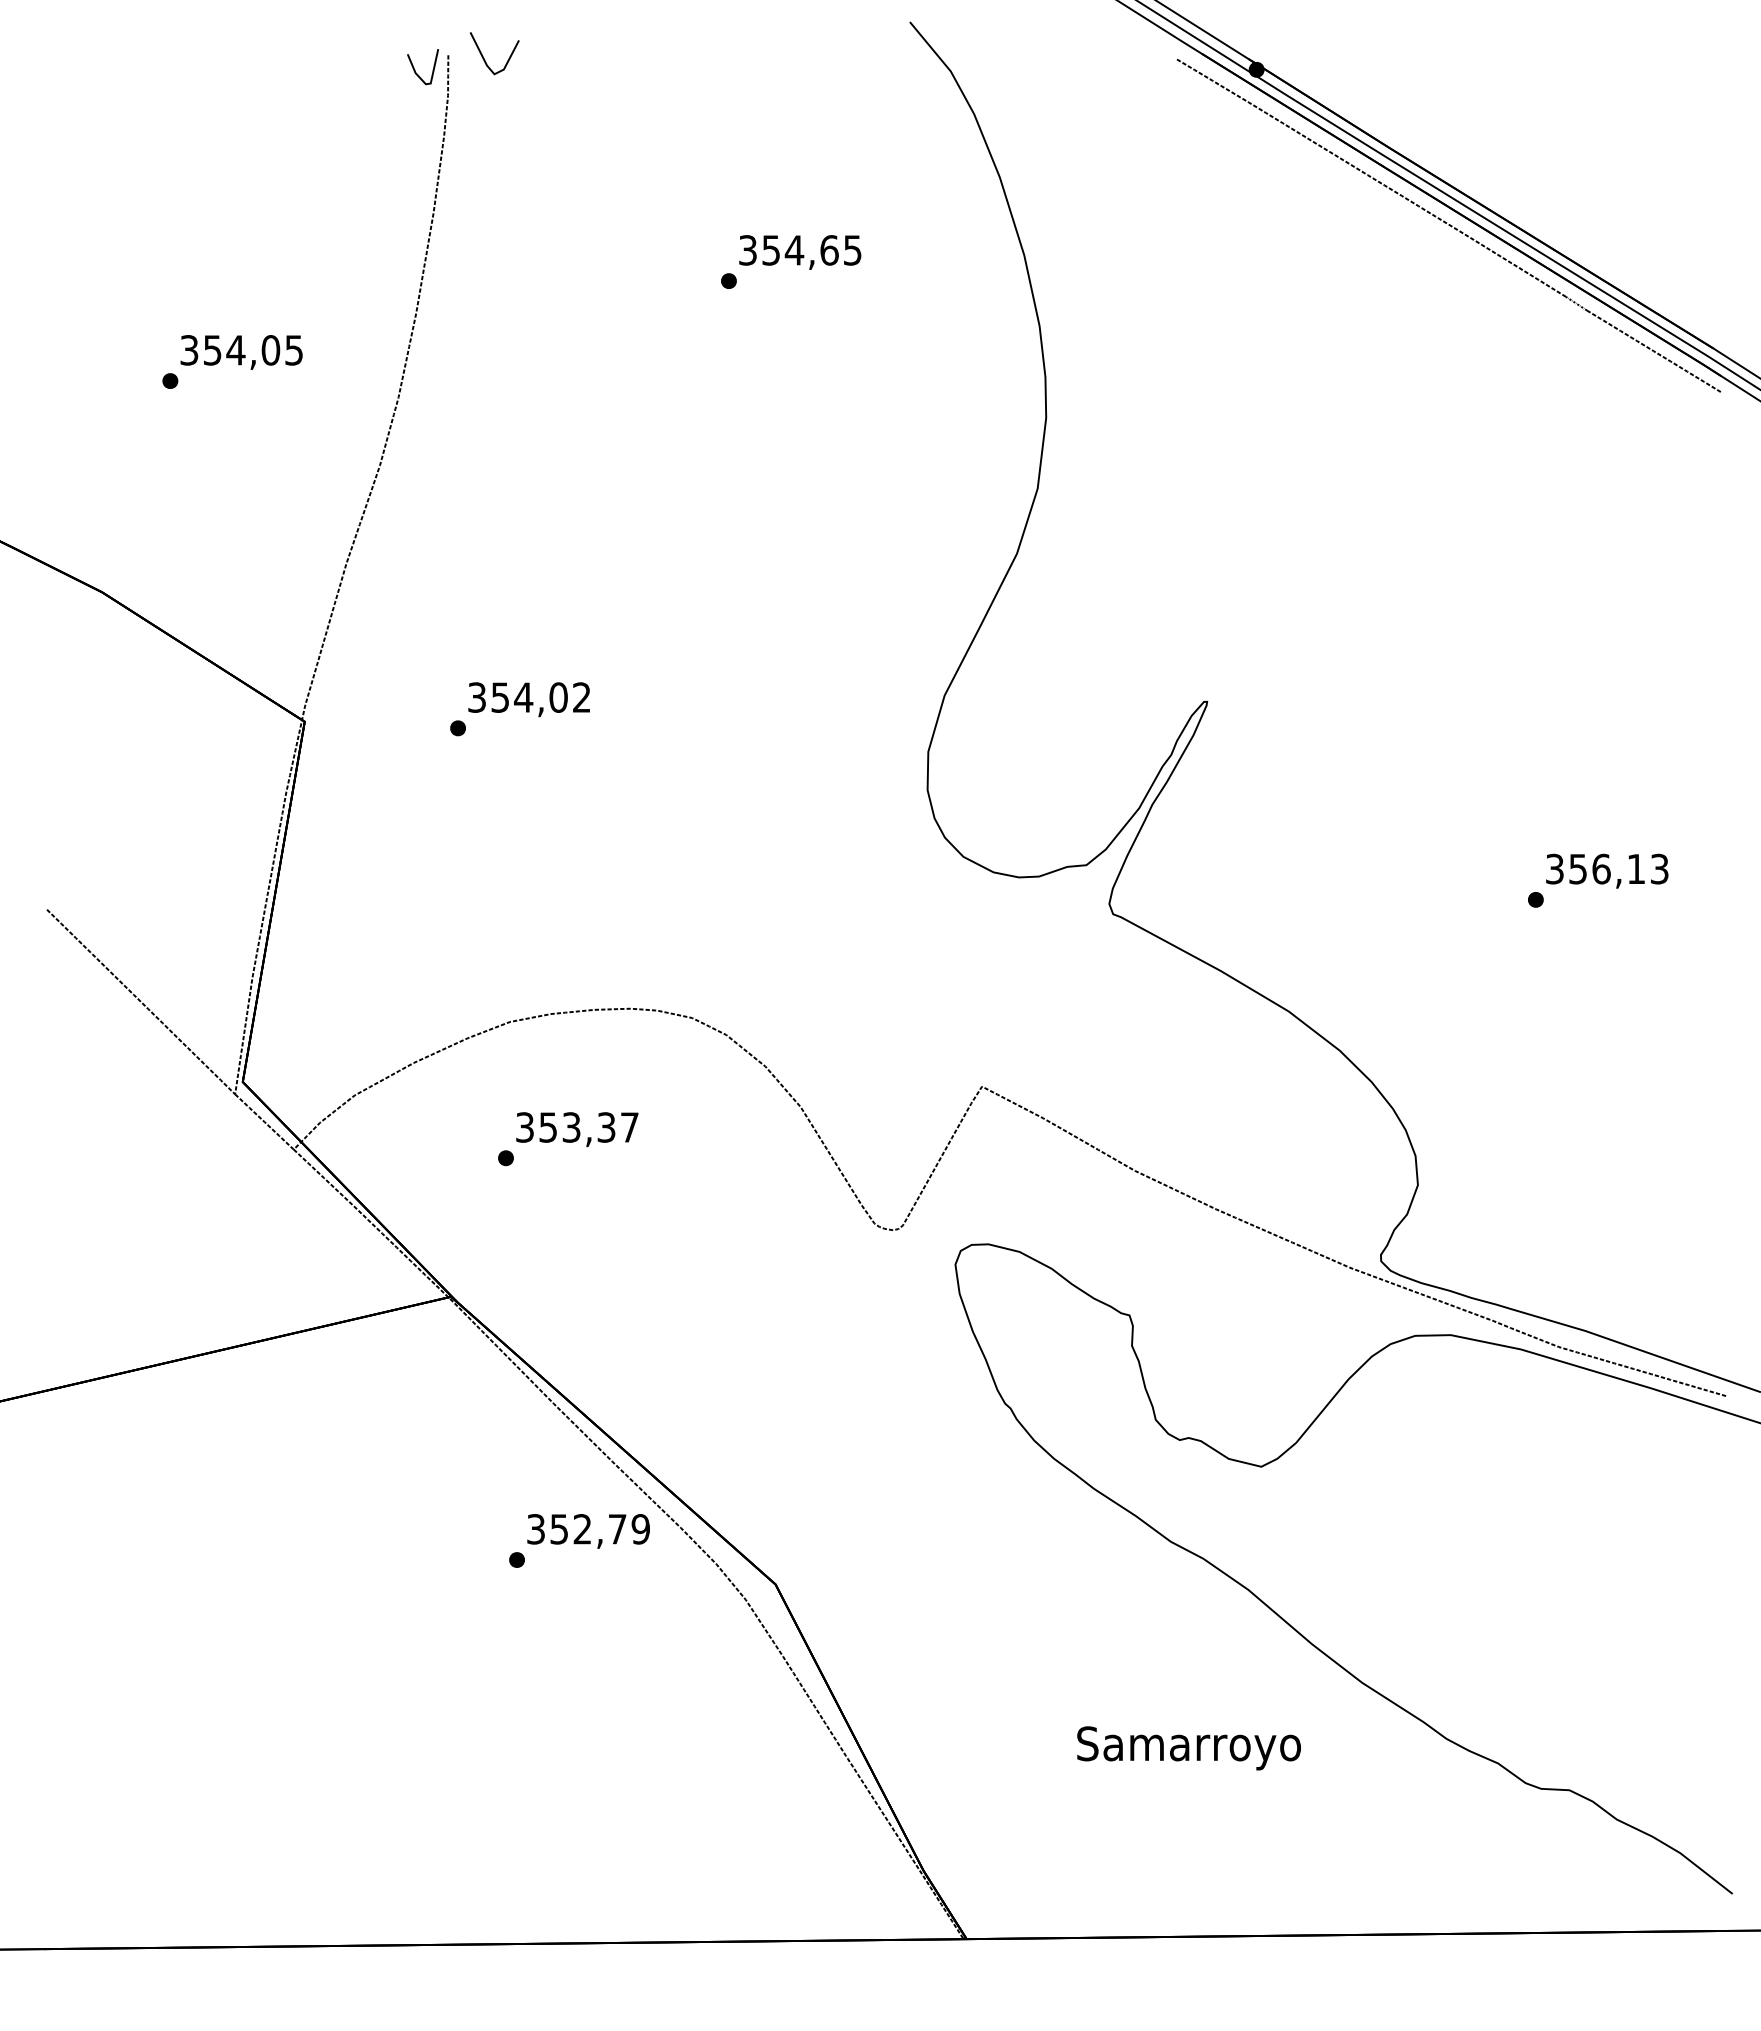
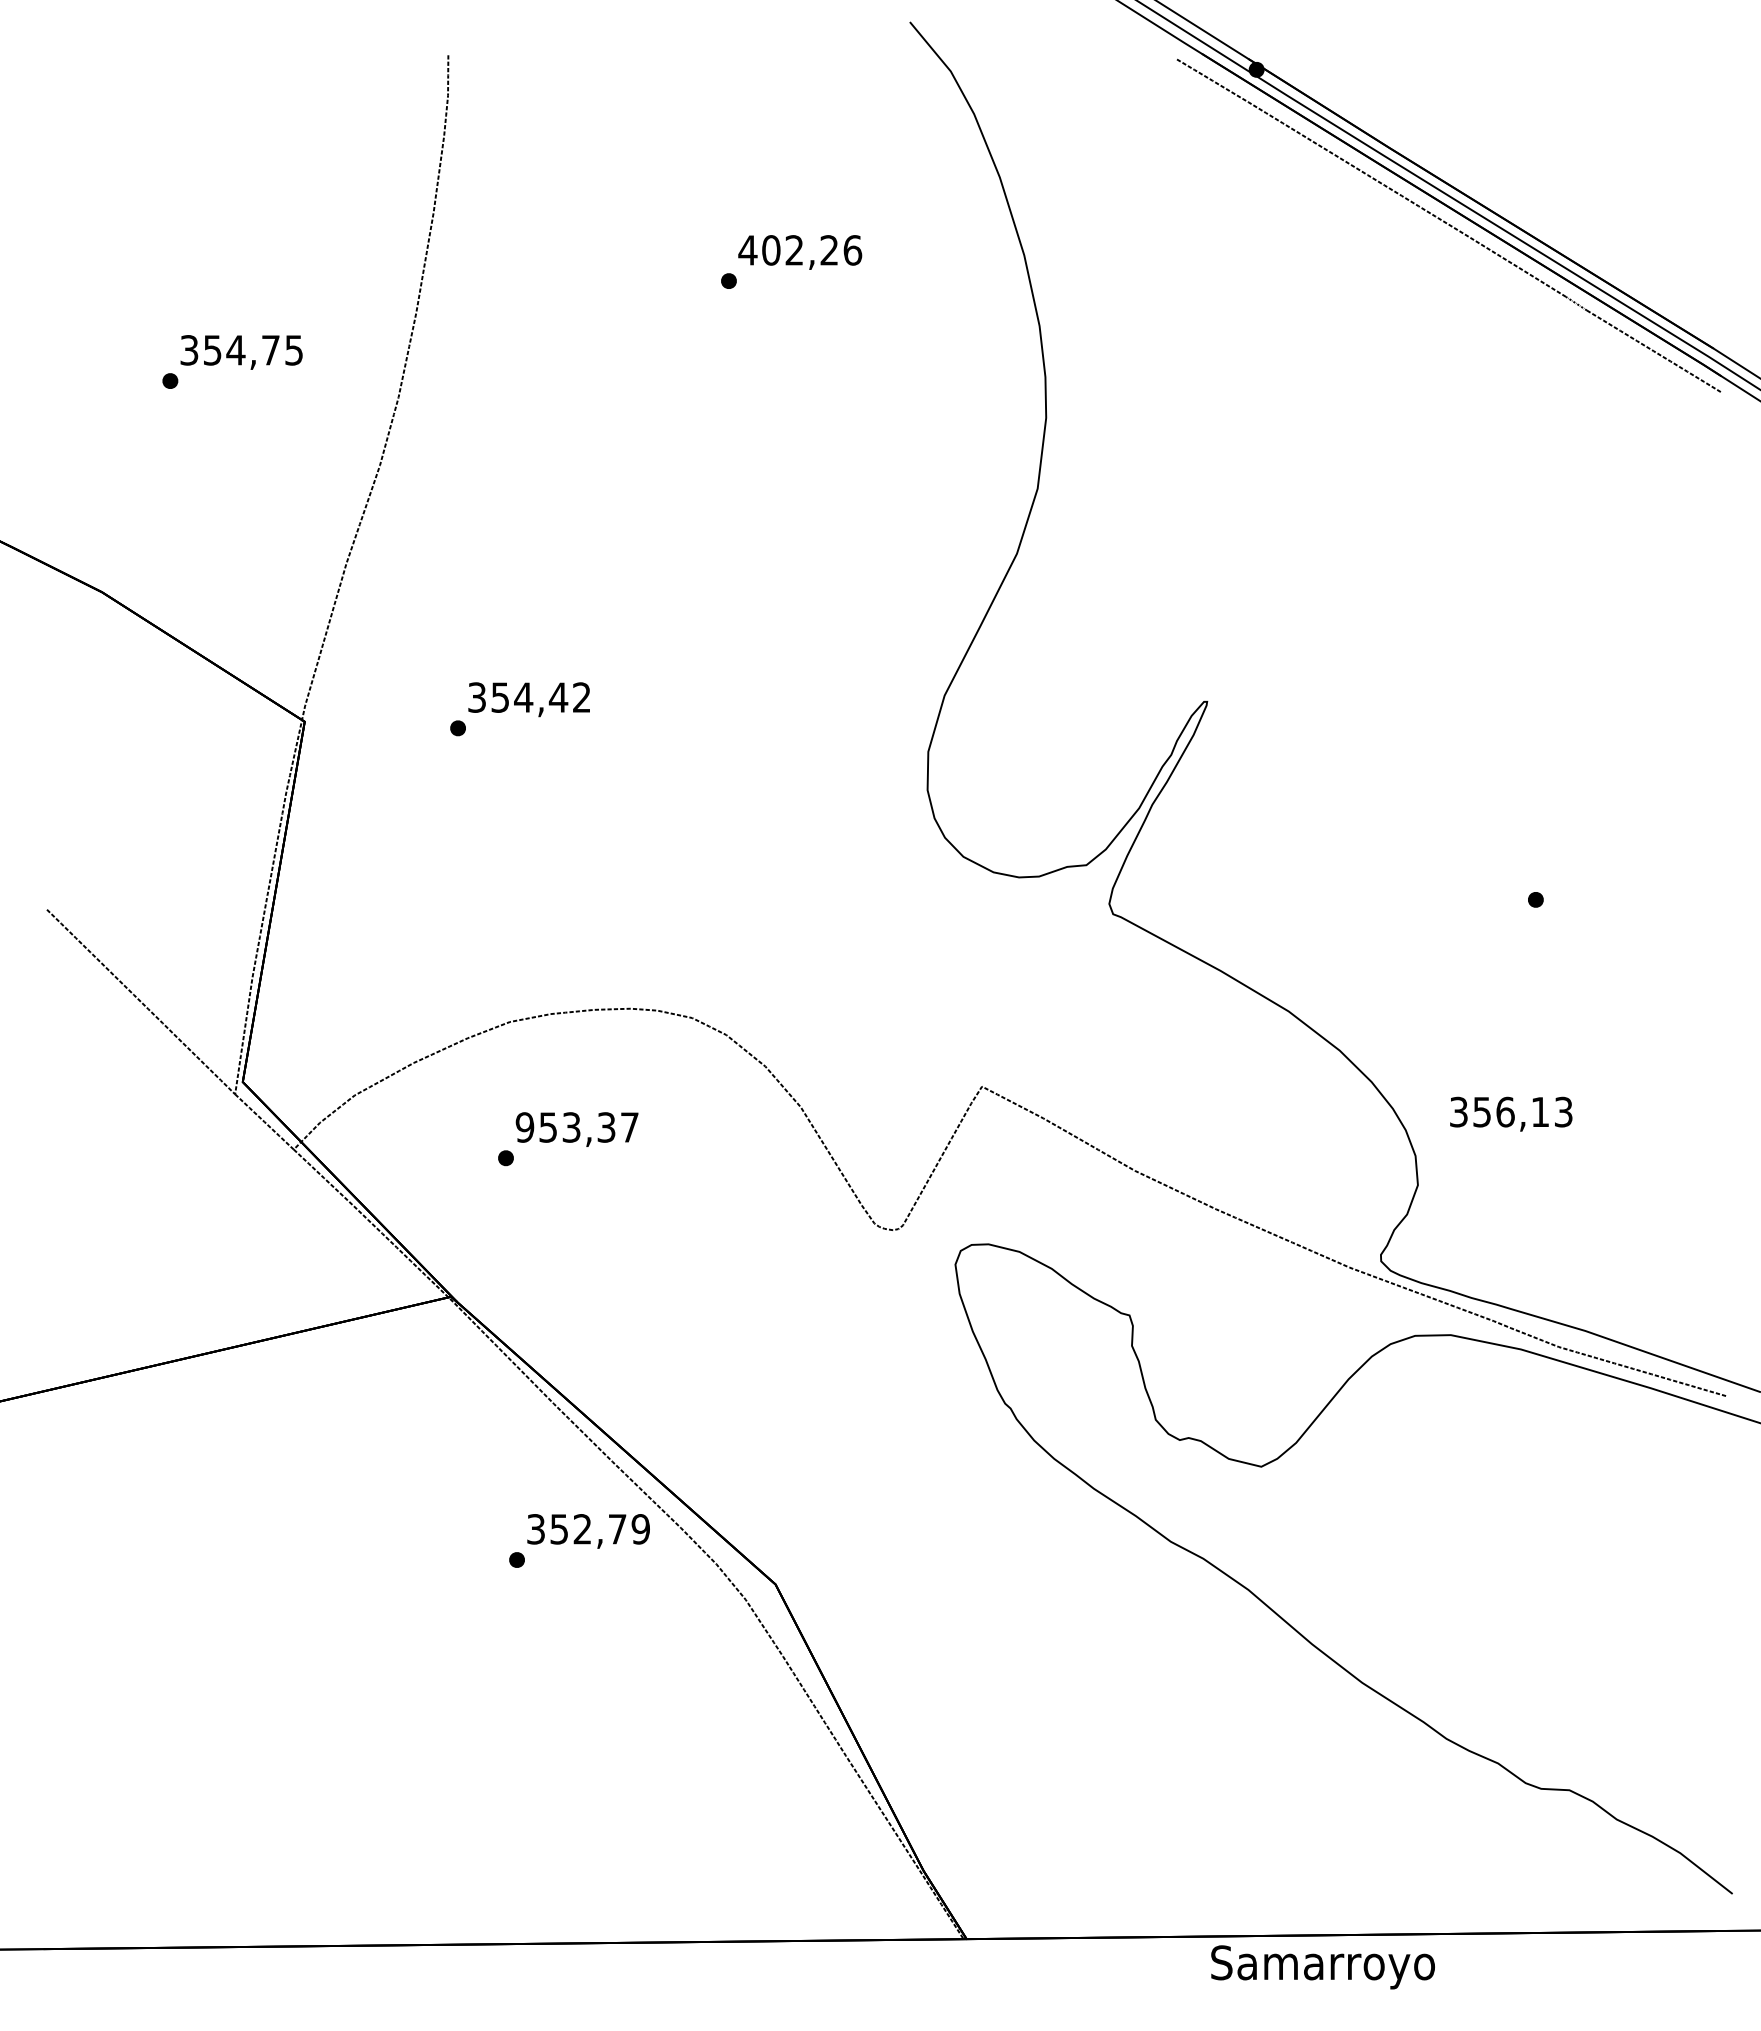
line at (484, 58): present -> none
line at (415, 69): present -> none
text at (800, 250): 354,65 -> 402,26
text at (270, 350): 354,05 -> 354,75
text at (558, 697): 354,02 -> 354,42
text at (1607, 870) position: (1607, 870) -> (1511, 1113)
text at (524, 1127): 353,37 -> 953,37
text at (1188, 1748) position: (1188, 1748) -> (1322, 1967)
